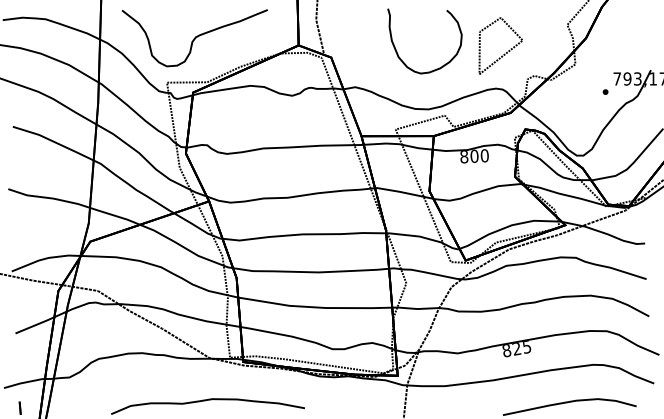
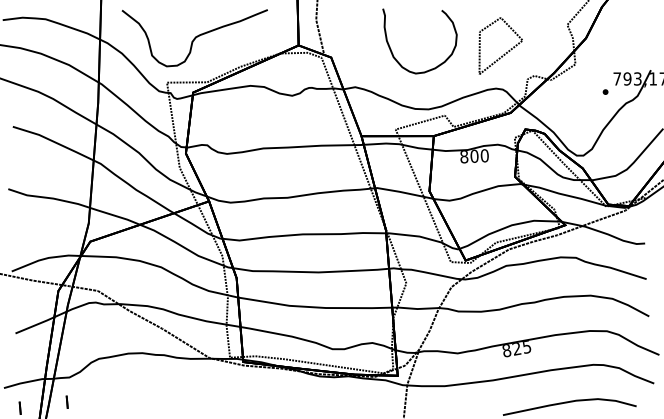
curve at (398, 53) position: (398, 53) -> (393, 53)
part at (66, 401): none -> present
curve at (205, 401): present -> none
